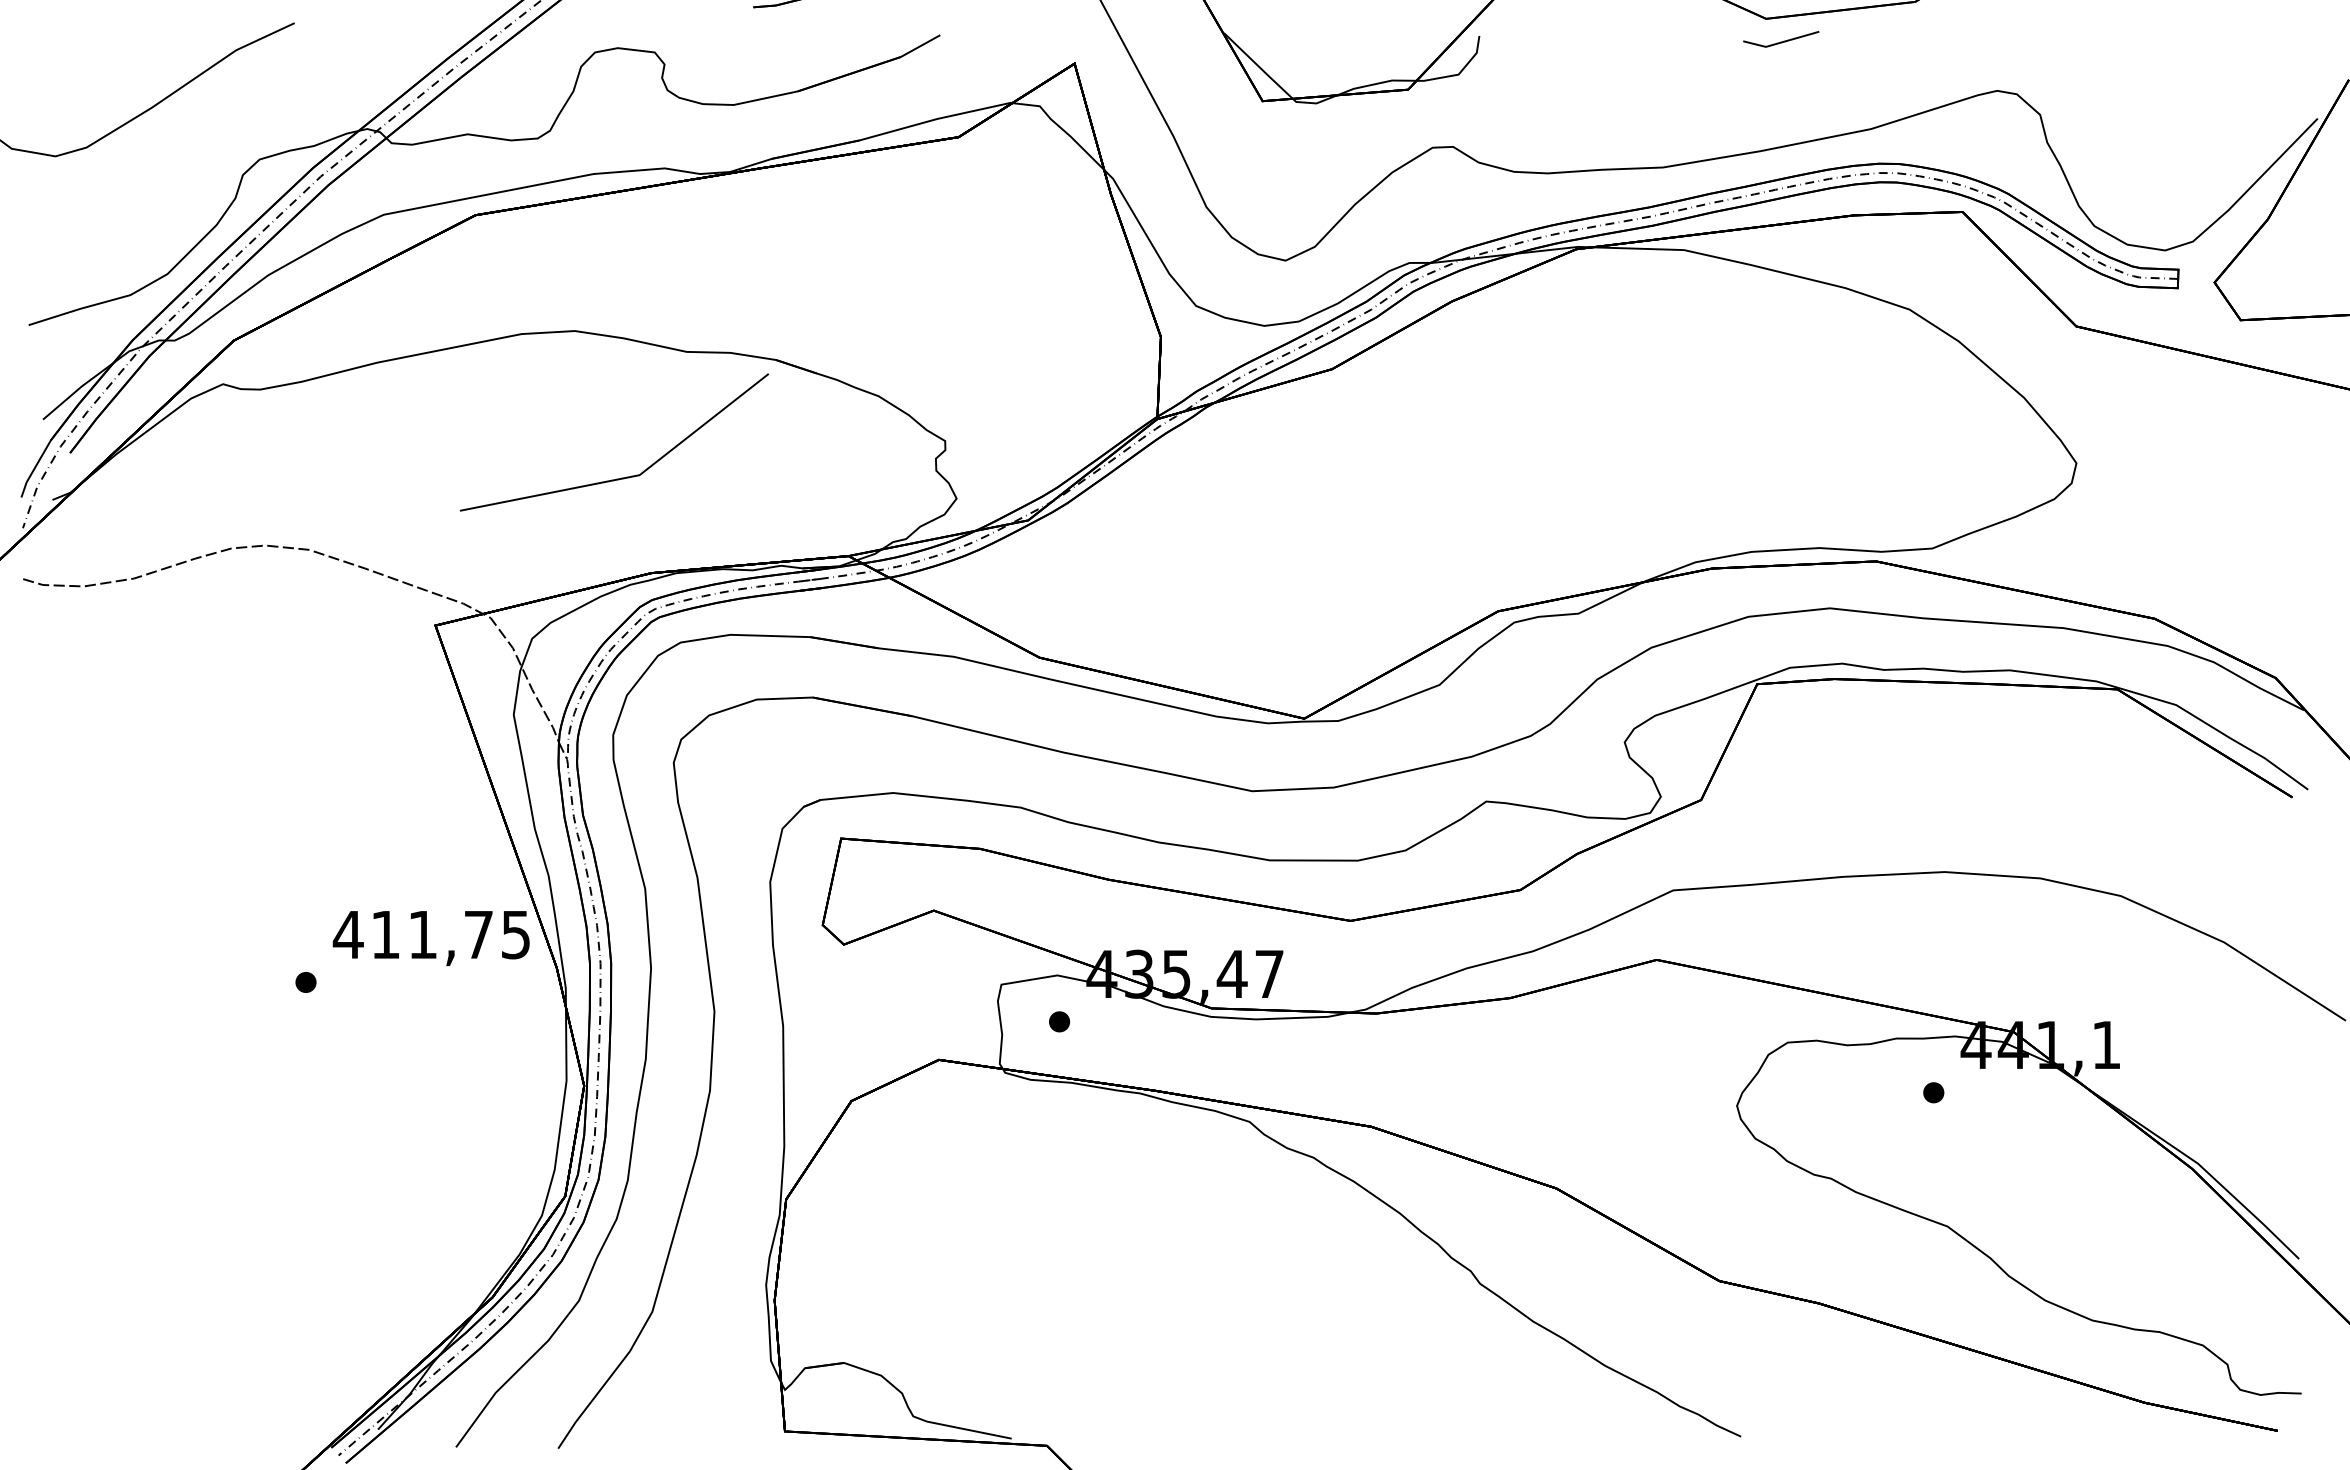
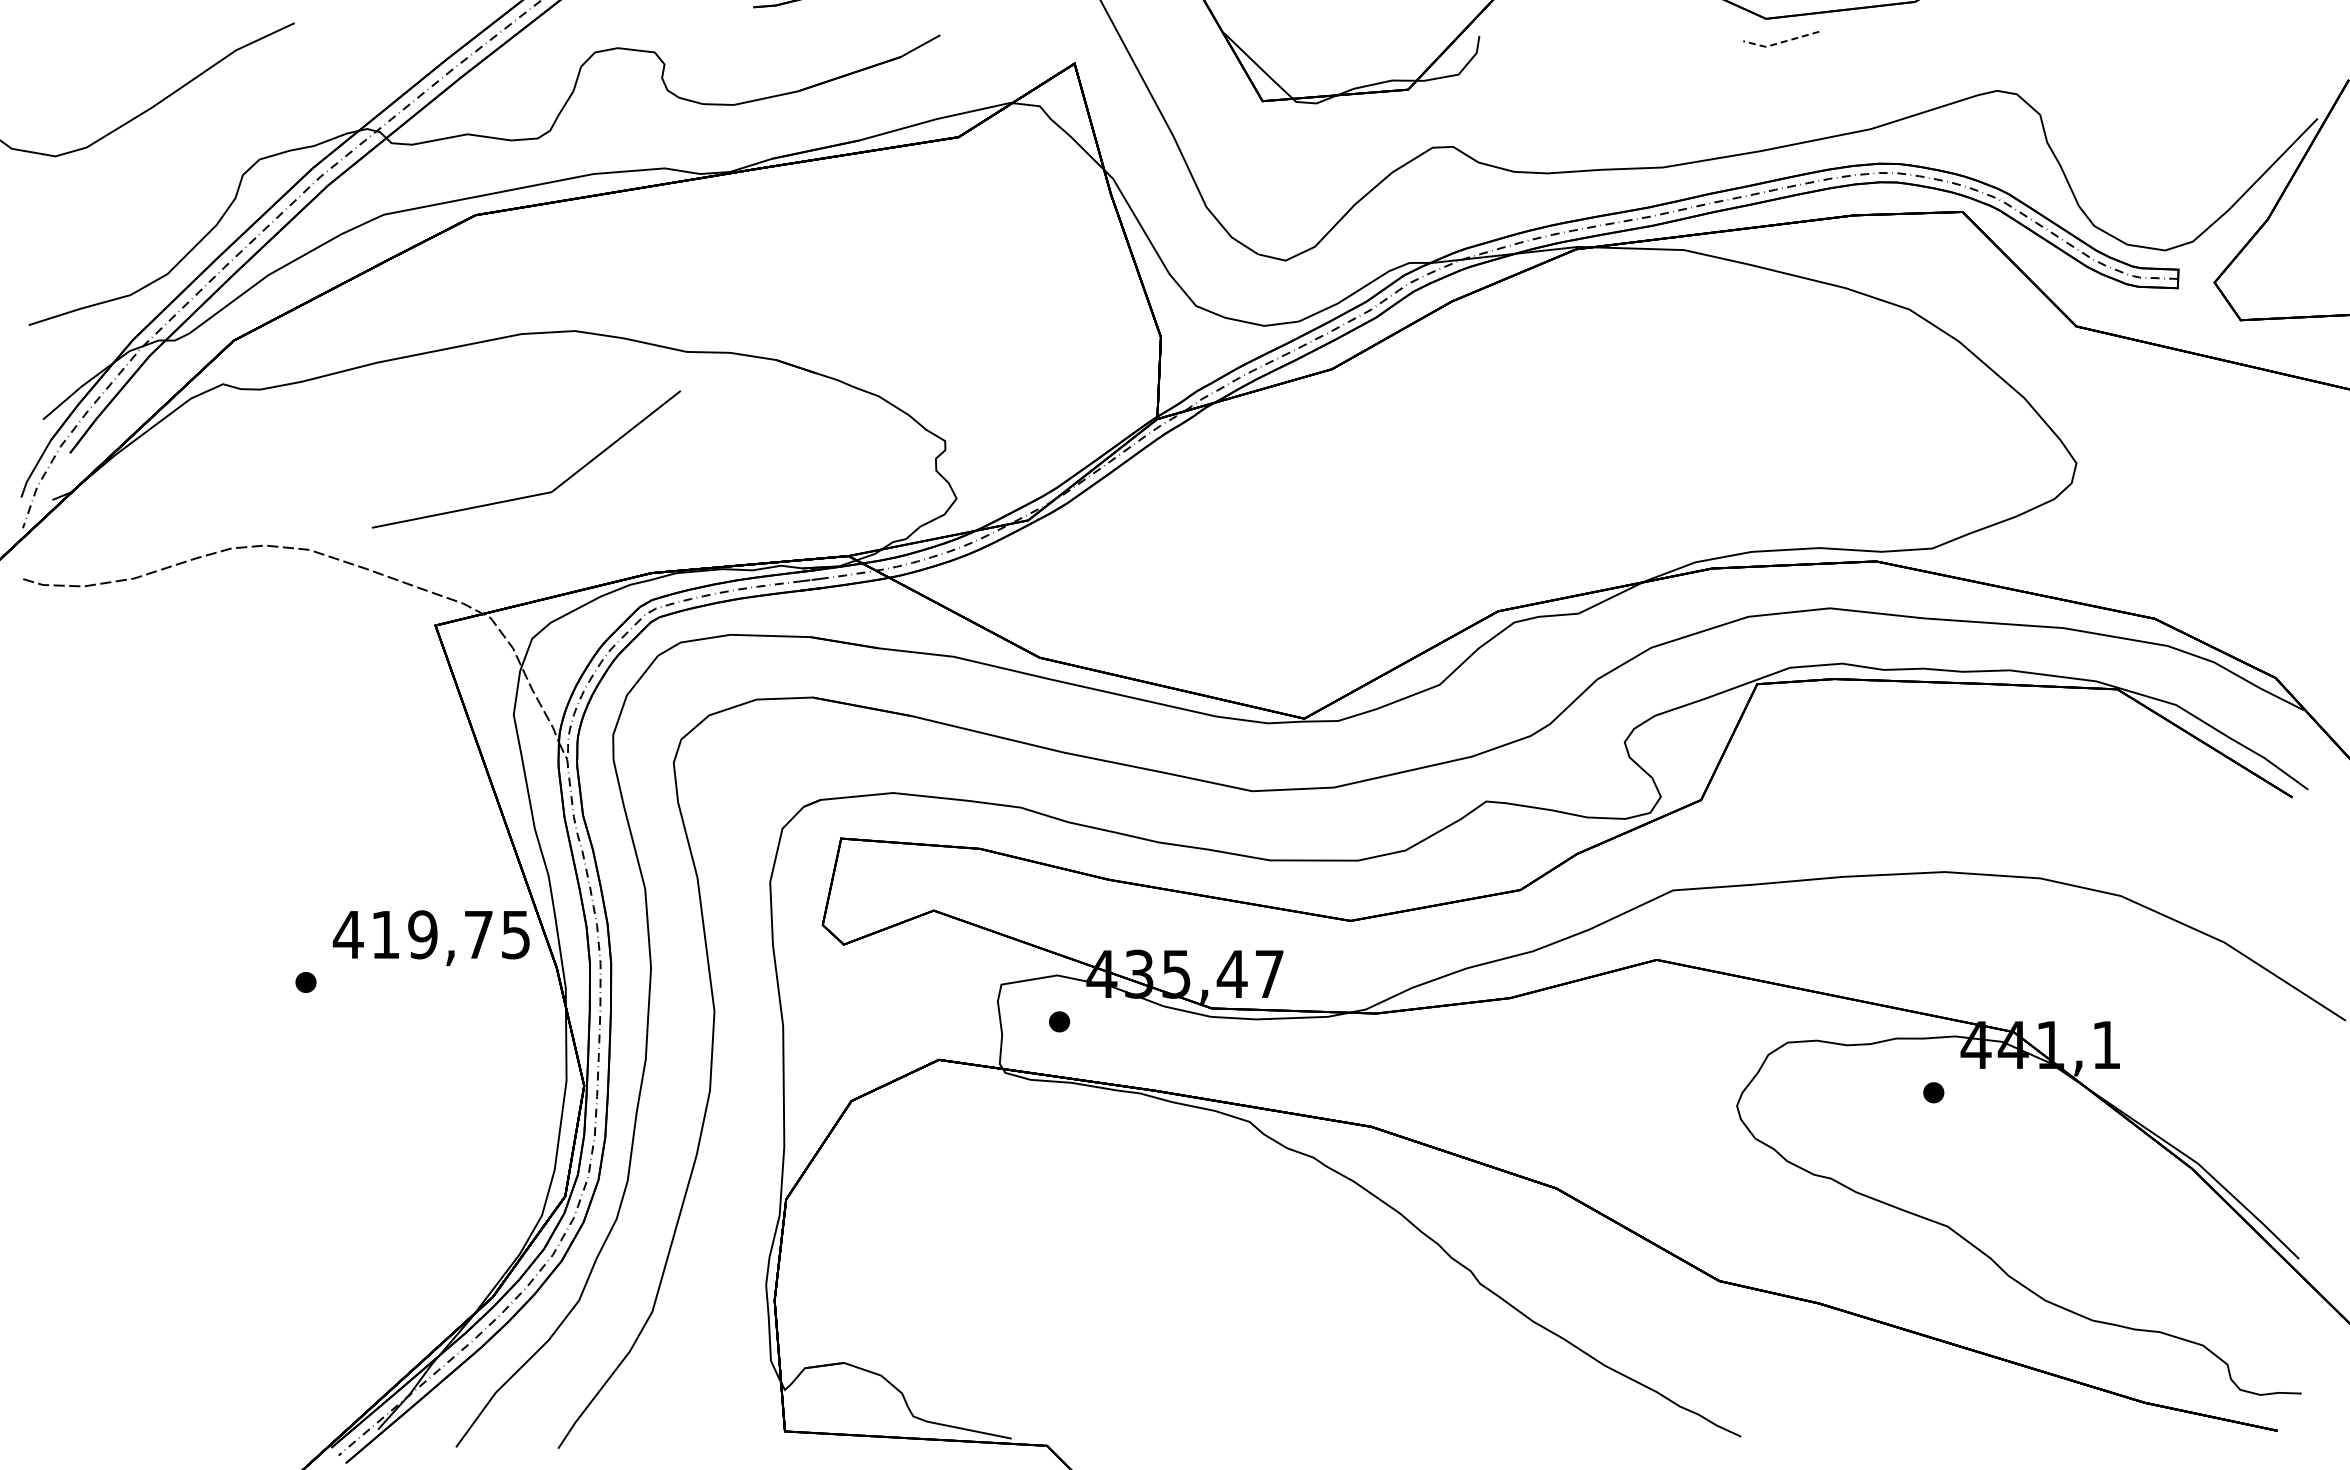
line at (1780, 42): solid -> dashed
line at (621, 477) position: (621, 477) -> (533, 494)
text at (422, 934): 411,75 -> 419,75
